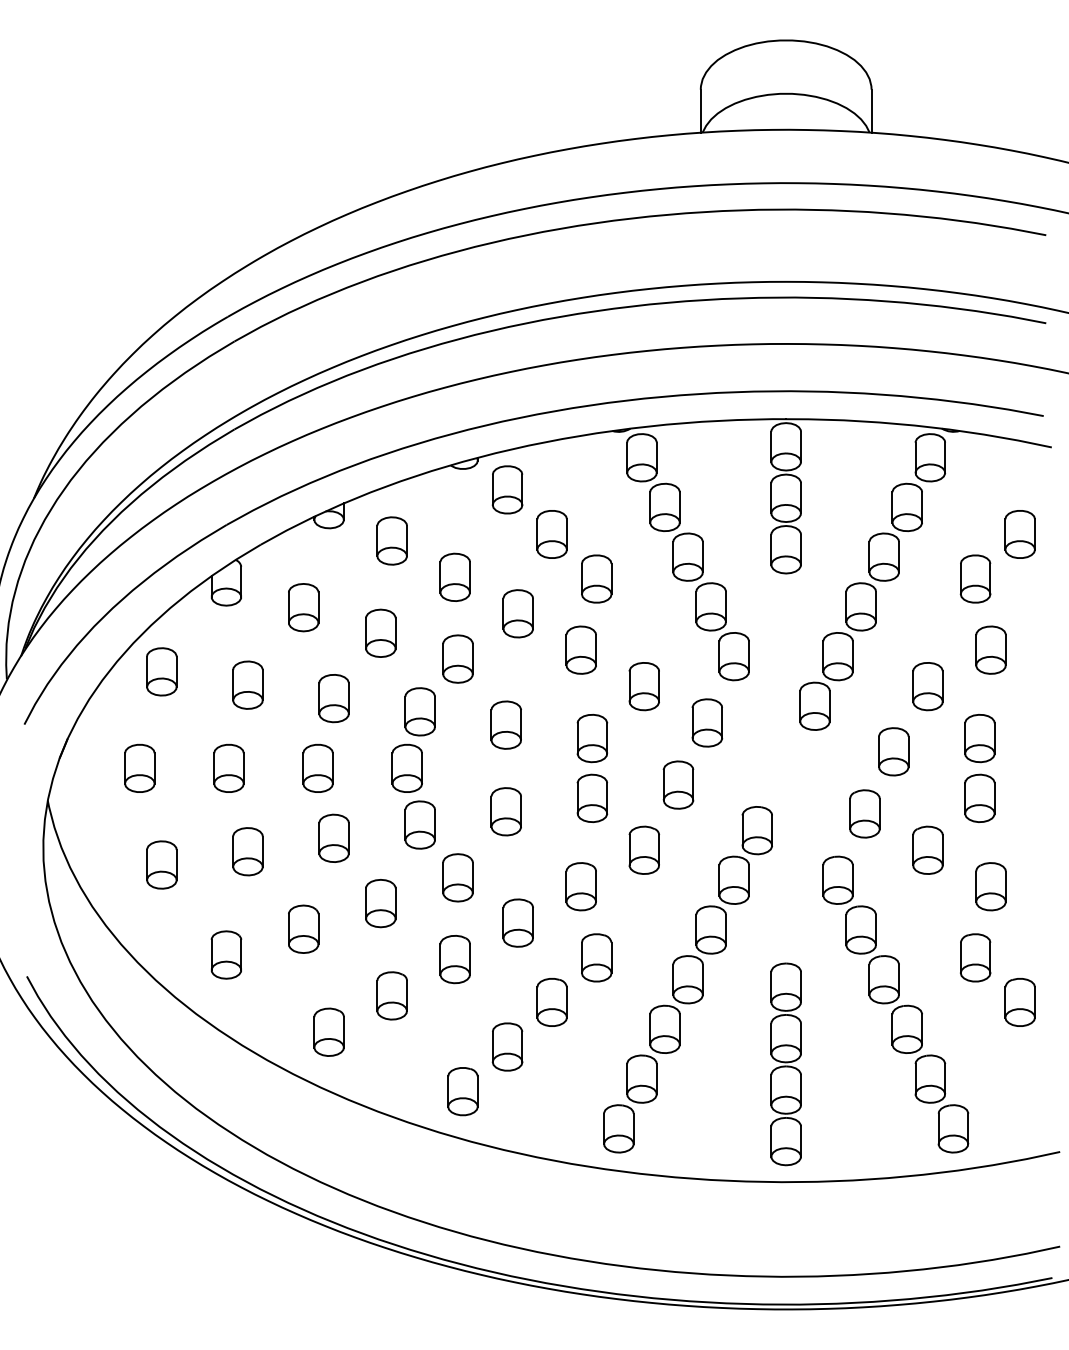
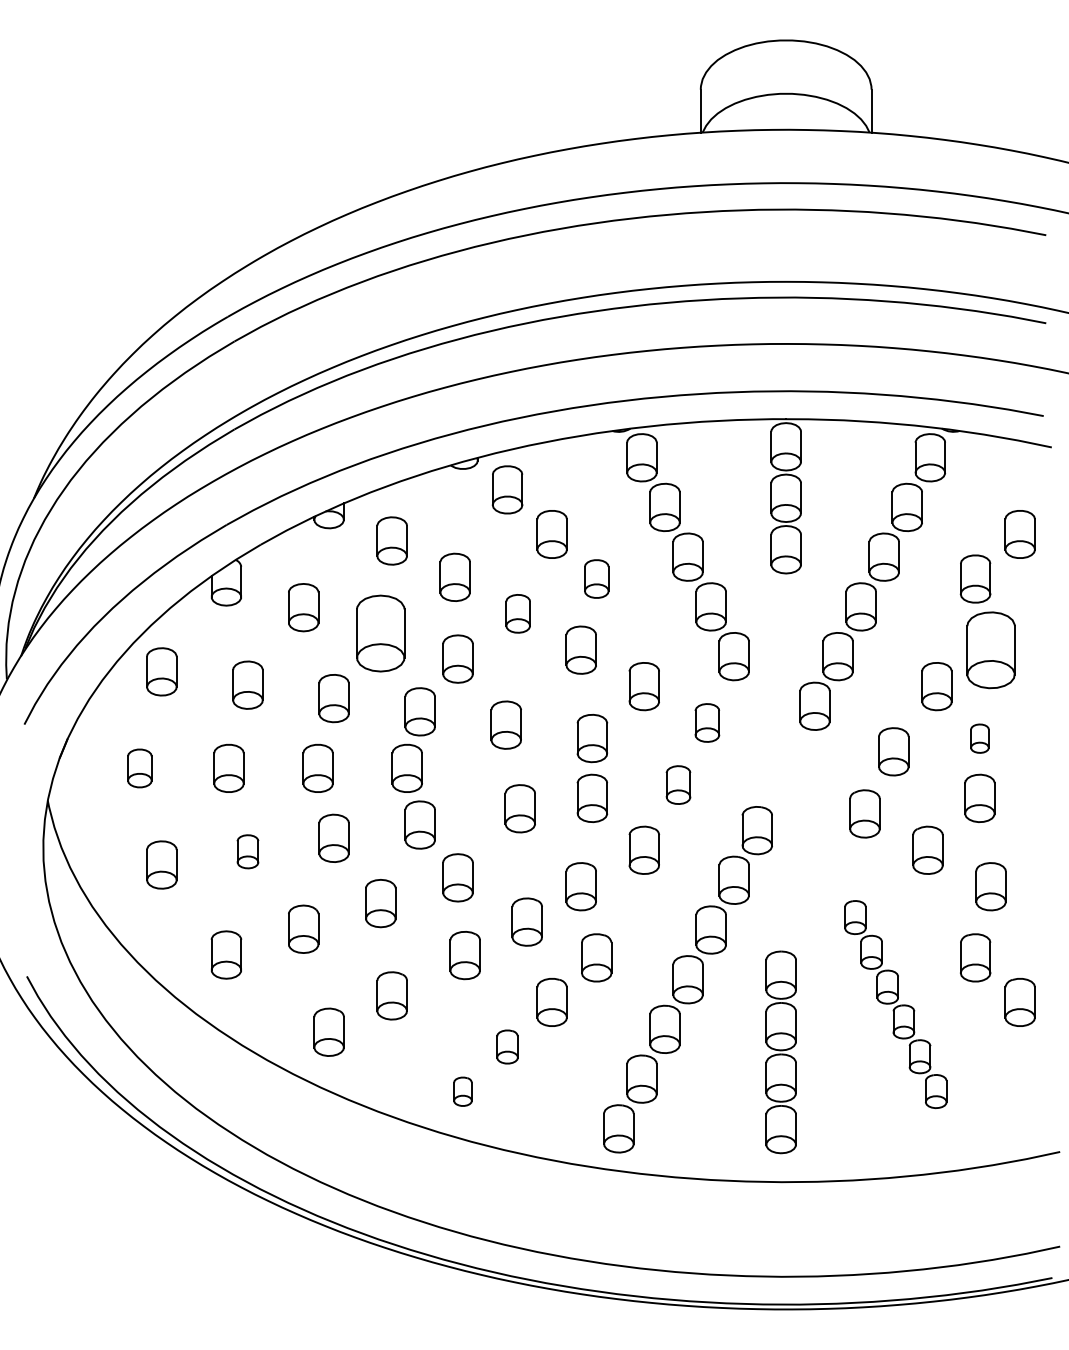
part at (596, 578) size: 32x50 px -> 26x40 px
part at (517, 613) size: 32x50 px -> 26x40 px
part at (380, 632) size: 32x50 px -> 50x79 px
part at (990, 649) size: 32x50 px -> 50x79 px
part at (927, 686) position: (927, 686) -> (936, 686)
part at (707, 722) size: 33x50 px -> 27x40 px
part at (979, 738) size: 32x50 px -> 20x31 px
part at (139, 768) size: 32x49 px -> 26x41 px
part at (678, 784) size: 33x50 px -> 27x40 px
part at (505, 811) position: (505, 811) -> (519, 808)
part at (247, 851) size: 32x50 px -> 24x36 px
part at (517, 922) position: (517, 922) -> (526, 921)
part at (454, 959) position: (454, 959) -> (464, 955)
part at (895, 1004) size: 148x299 px -> 104x210 px
part at (507, 1046) size: 33x50 px -> 23x36 px
part at (785, 1064) position: (785, 1064) -> (780, 1052)
part at (462, 1091) size: 32x50 px -> 20x31 px
